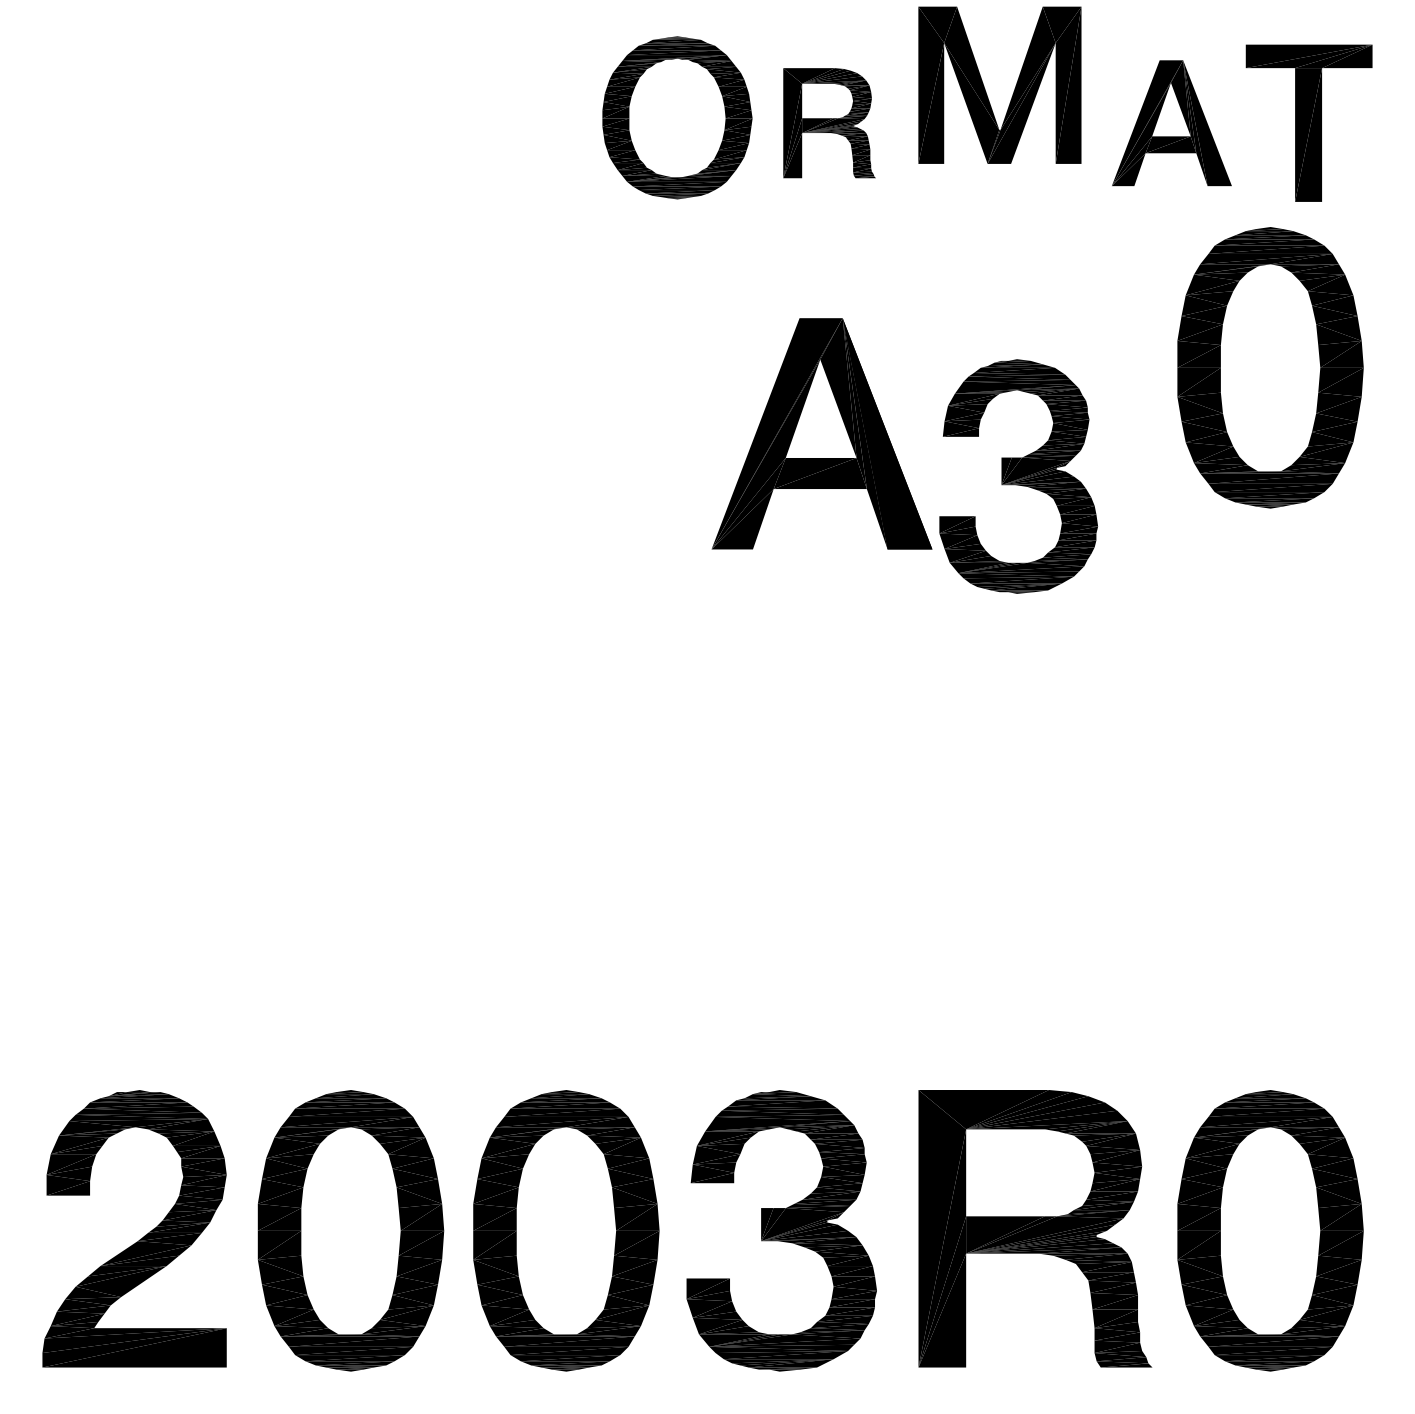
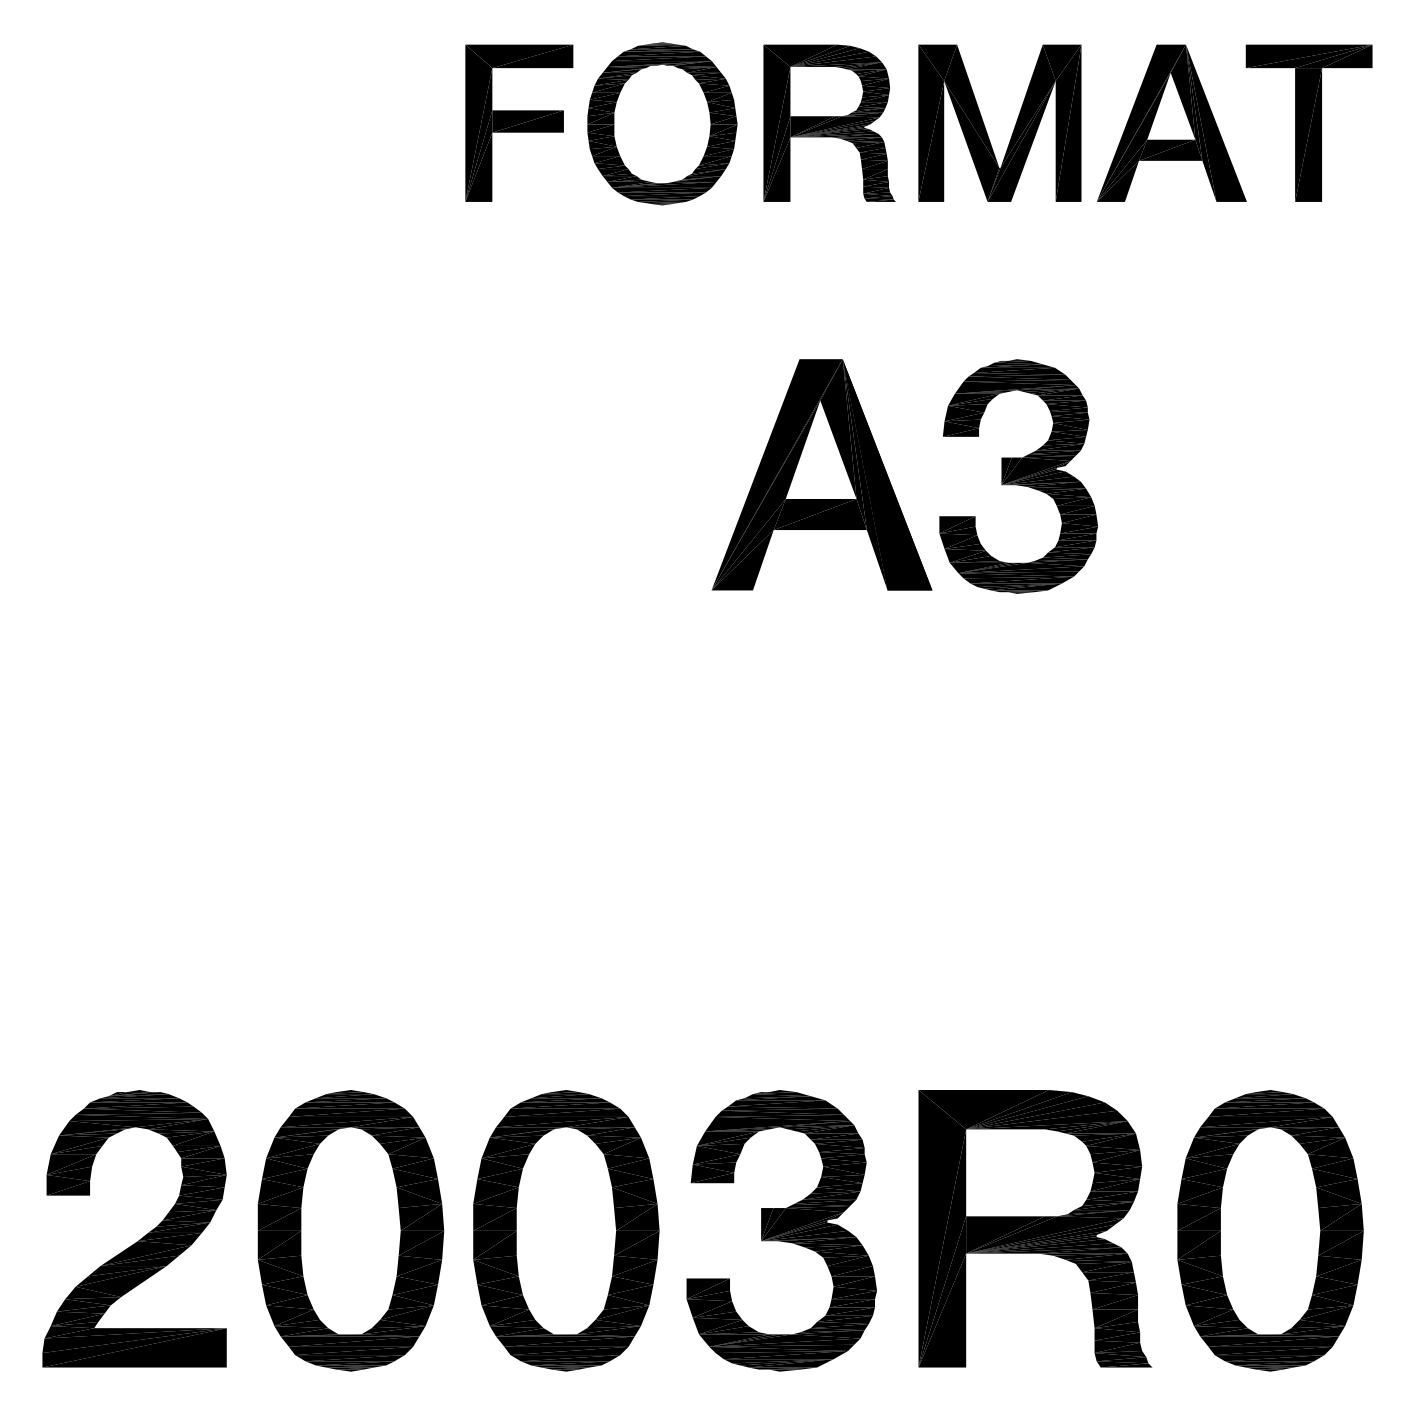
part at (985, 88) position: (985, 88) -> (985, 126)
part at (677, 117) position: (677, 117) -> (662, 123)
part at (519, 122): none -> present
part at (829, 123) size: 93x111 px -> 133x158 px
part at (1171, 123) size: 120x127 px -> 150x158 px
part at (1270, 367): present -> none
part at (821, 433) position: (821, 433) -> (821, 474)
